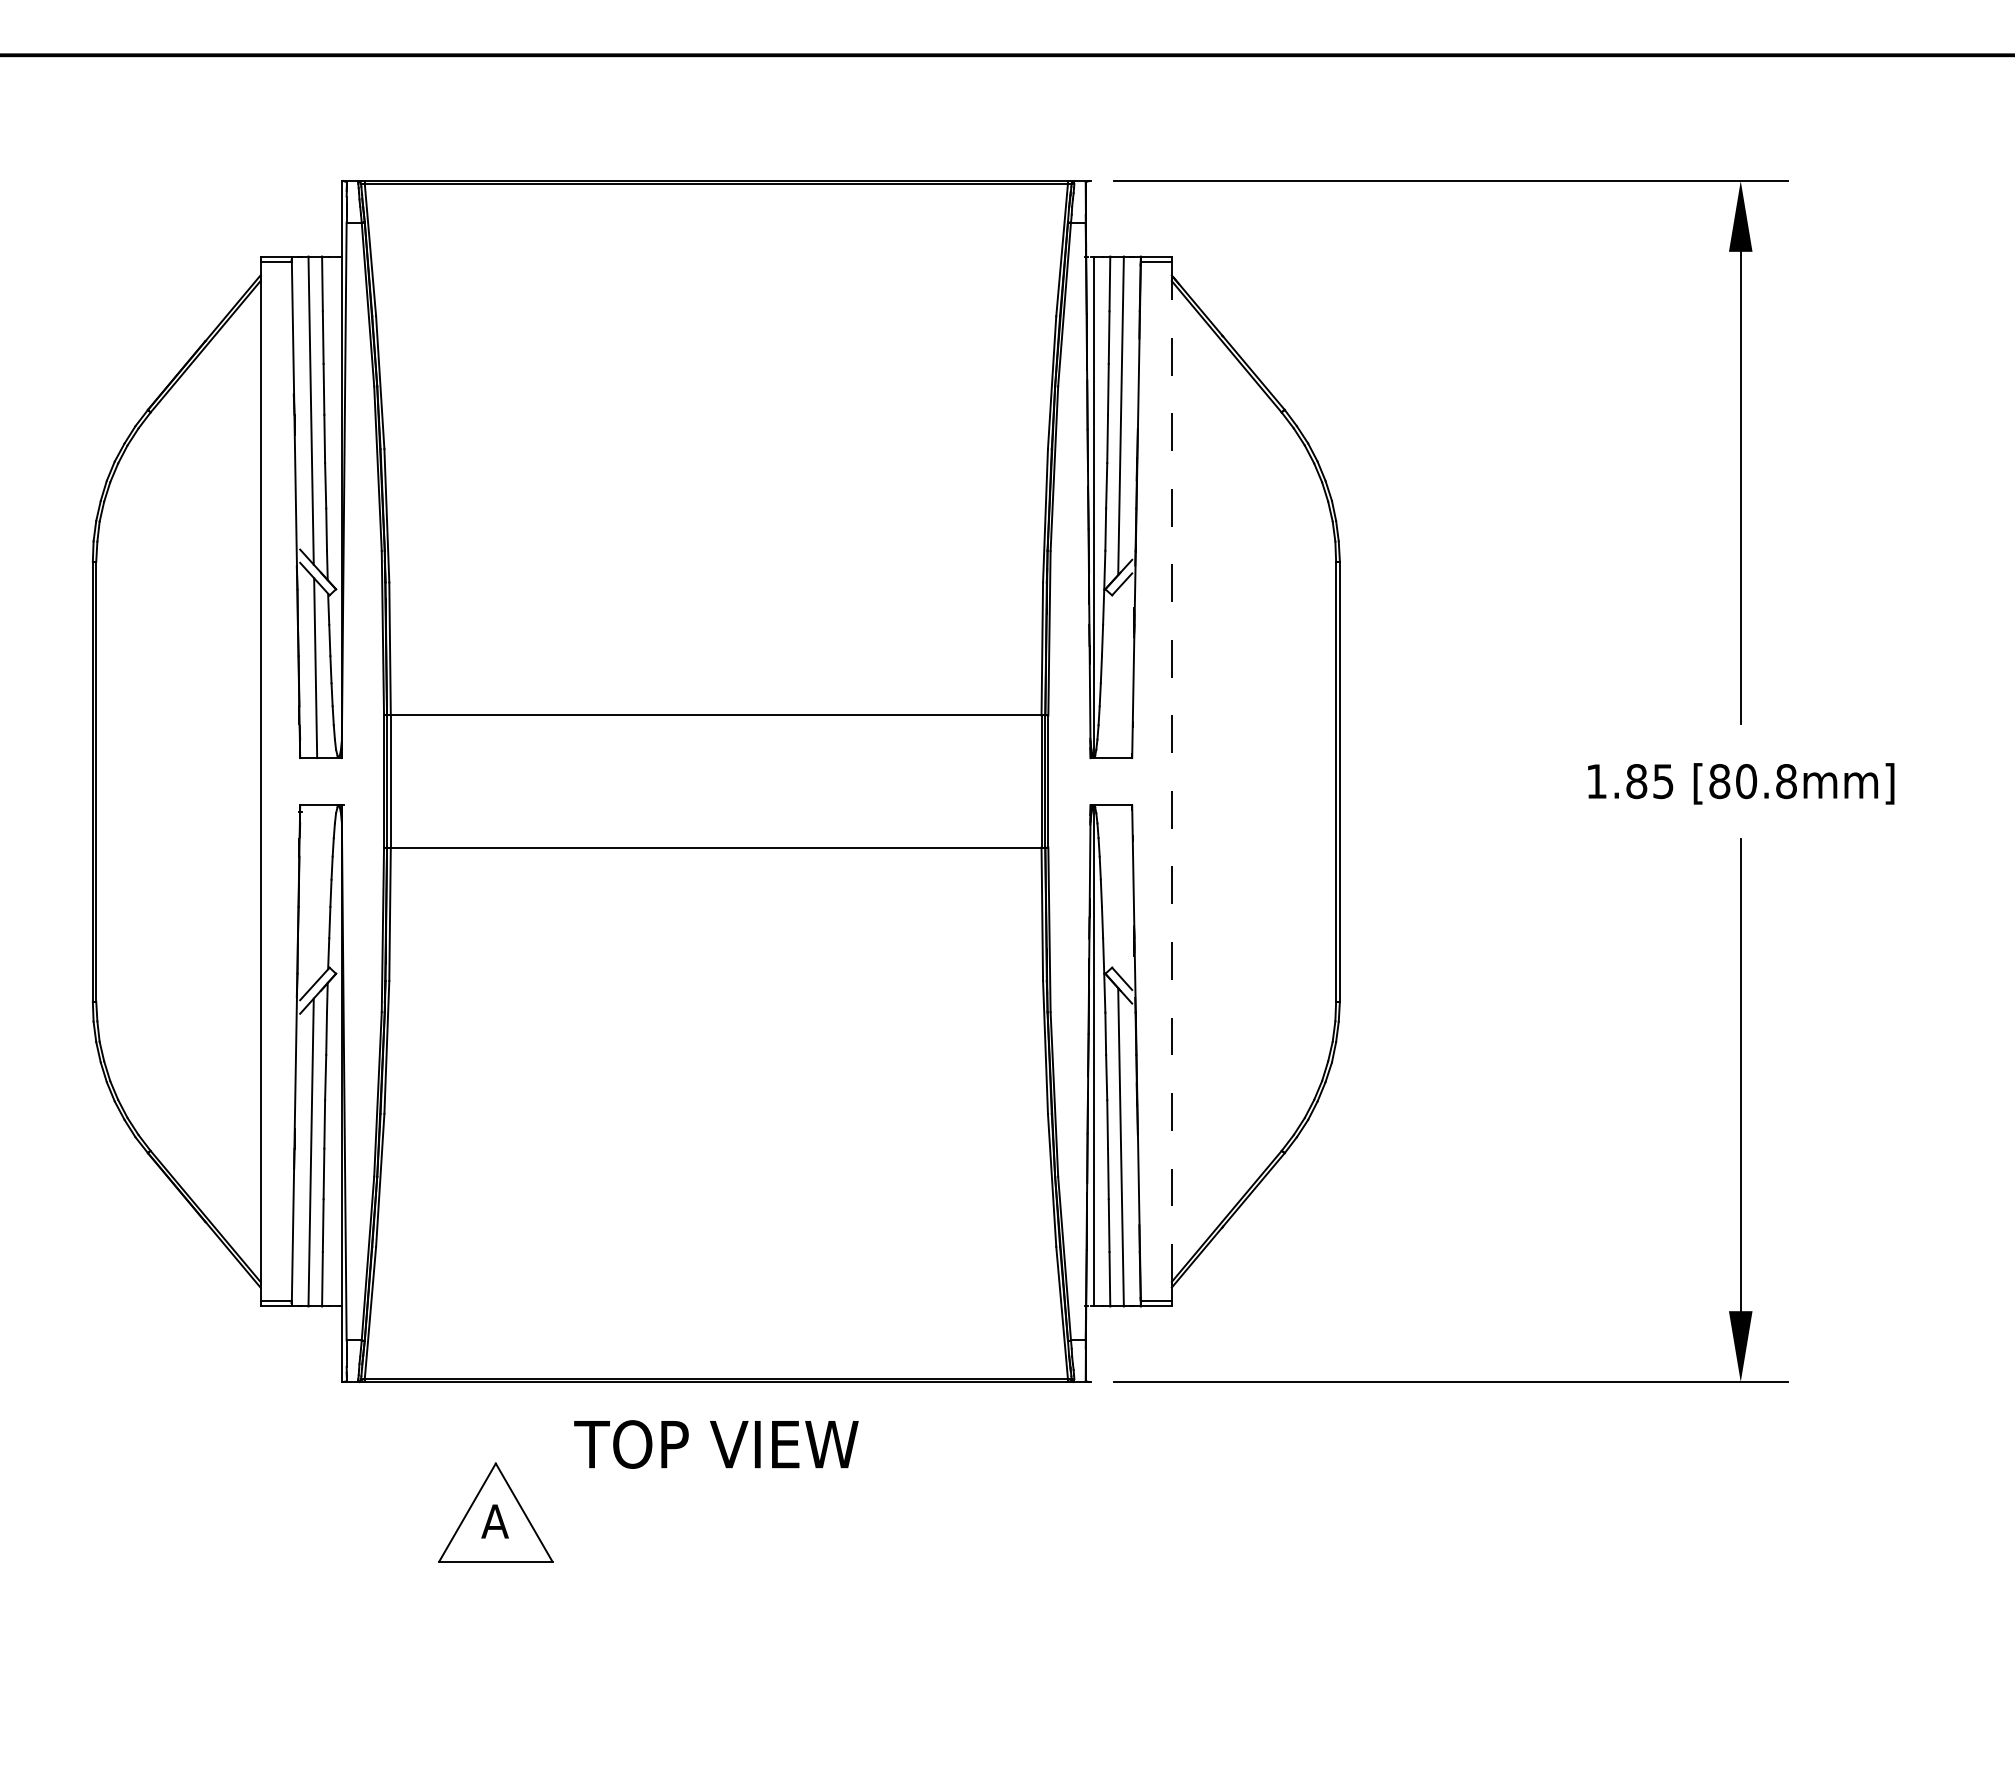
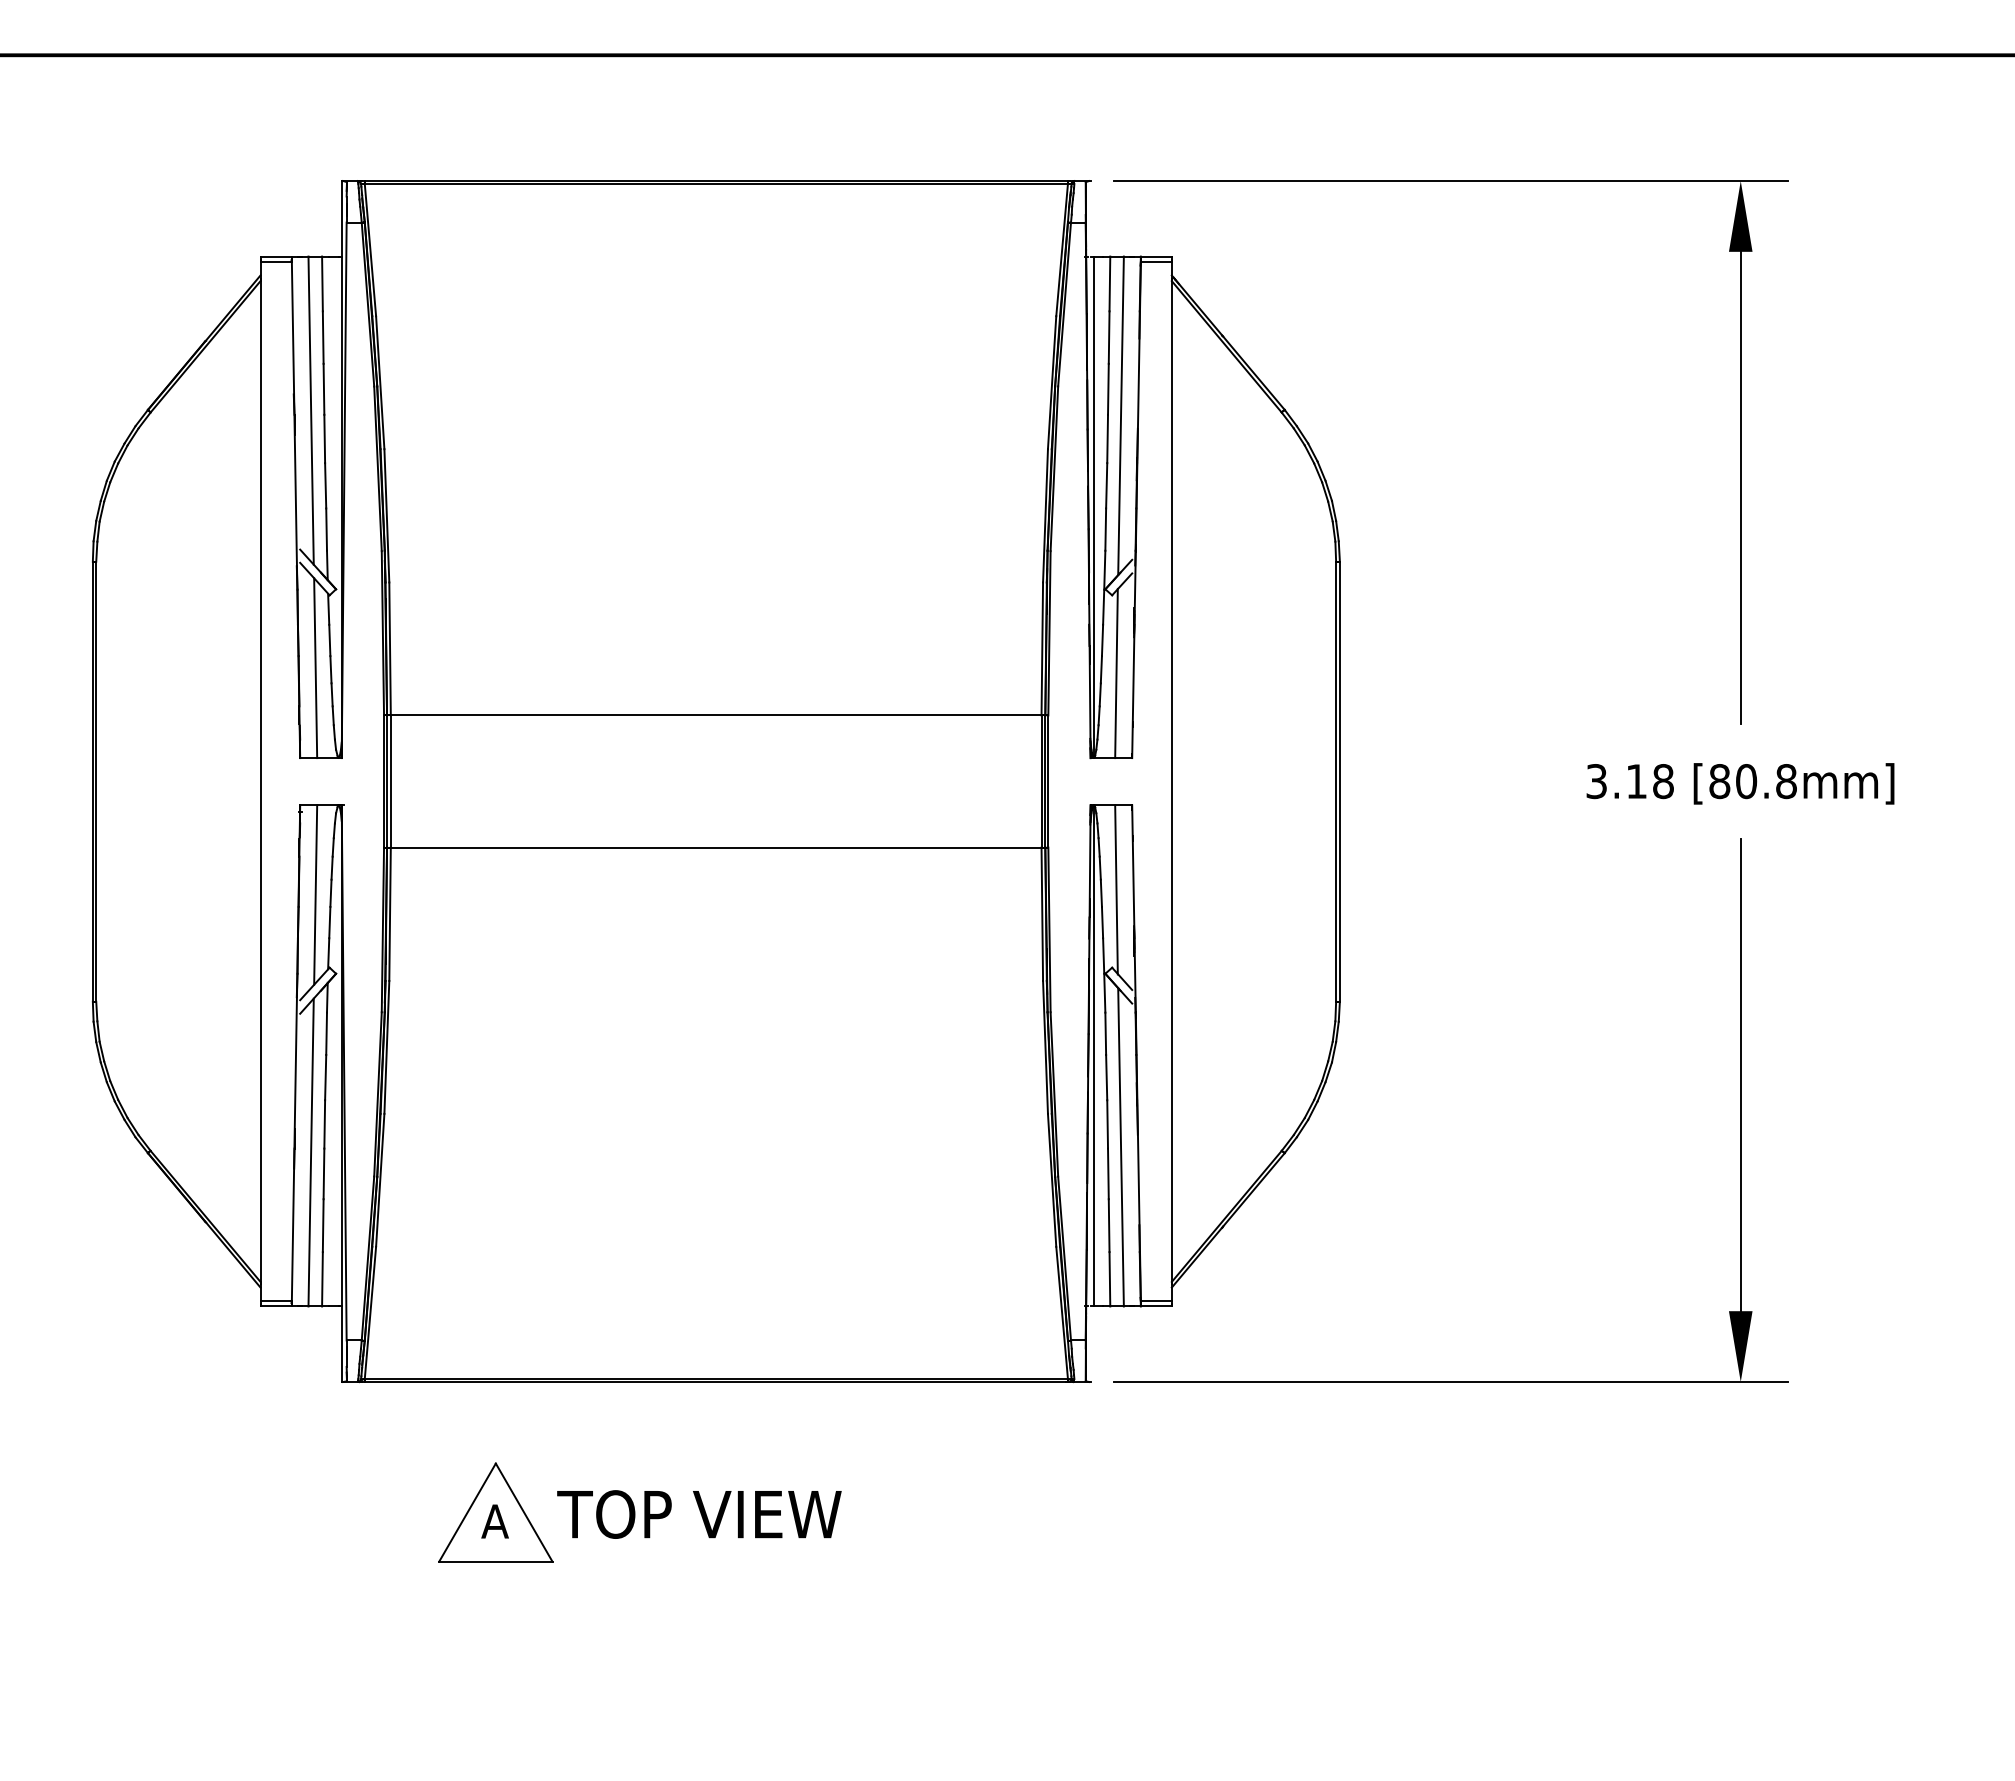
line at (1116, 673): none -> present
line at (1171, 781): dashed -> solid
text at (1629, 781): 1.85 -> 3.18
line at (1116, 889): none -> present
line at (315, 894): none -> present
text at (716, 1444) position: (716, 1444) -> (699, 1514)
